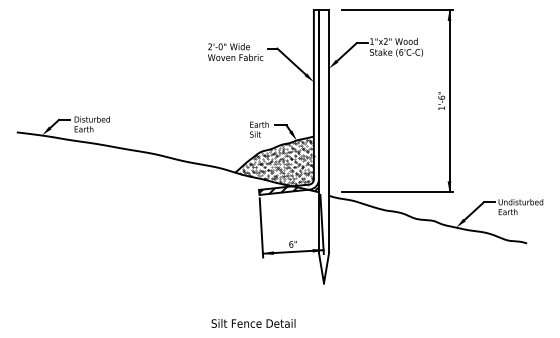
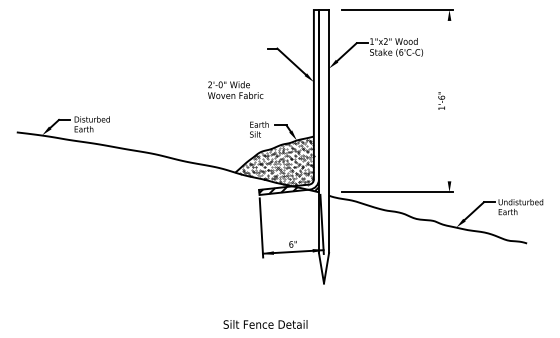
text at (235, 51) position: (235, 51) -> (235, 89)
line at (449, 101): present -> none
text at (253, 323) position: (253, 323) -> (265, 324)
